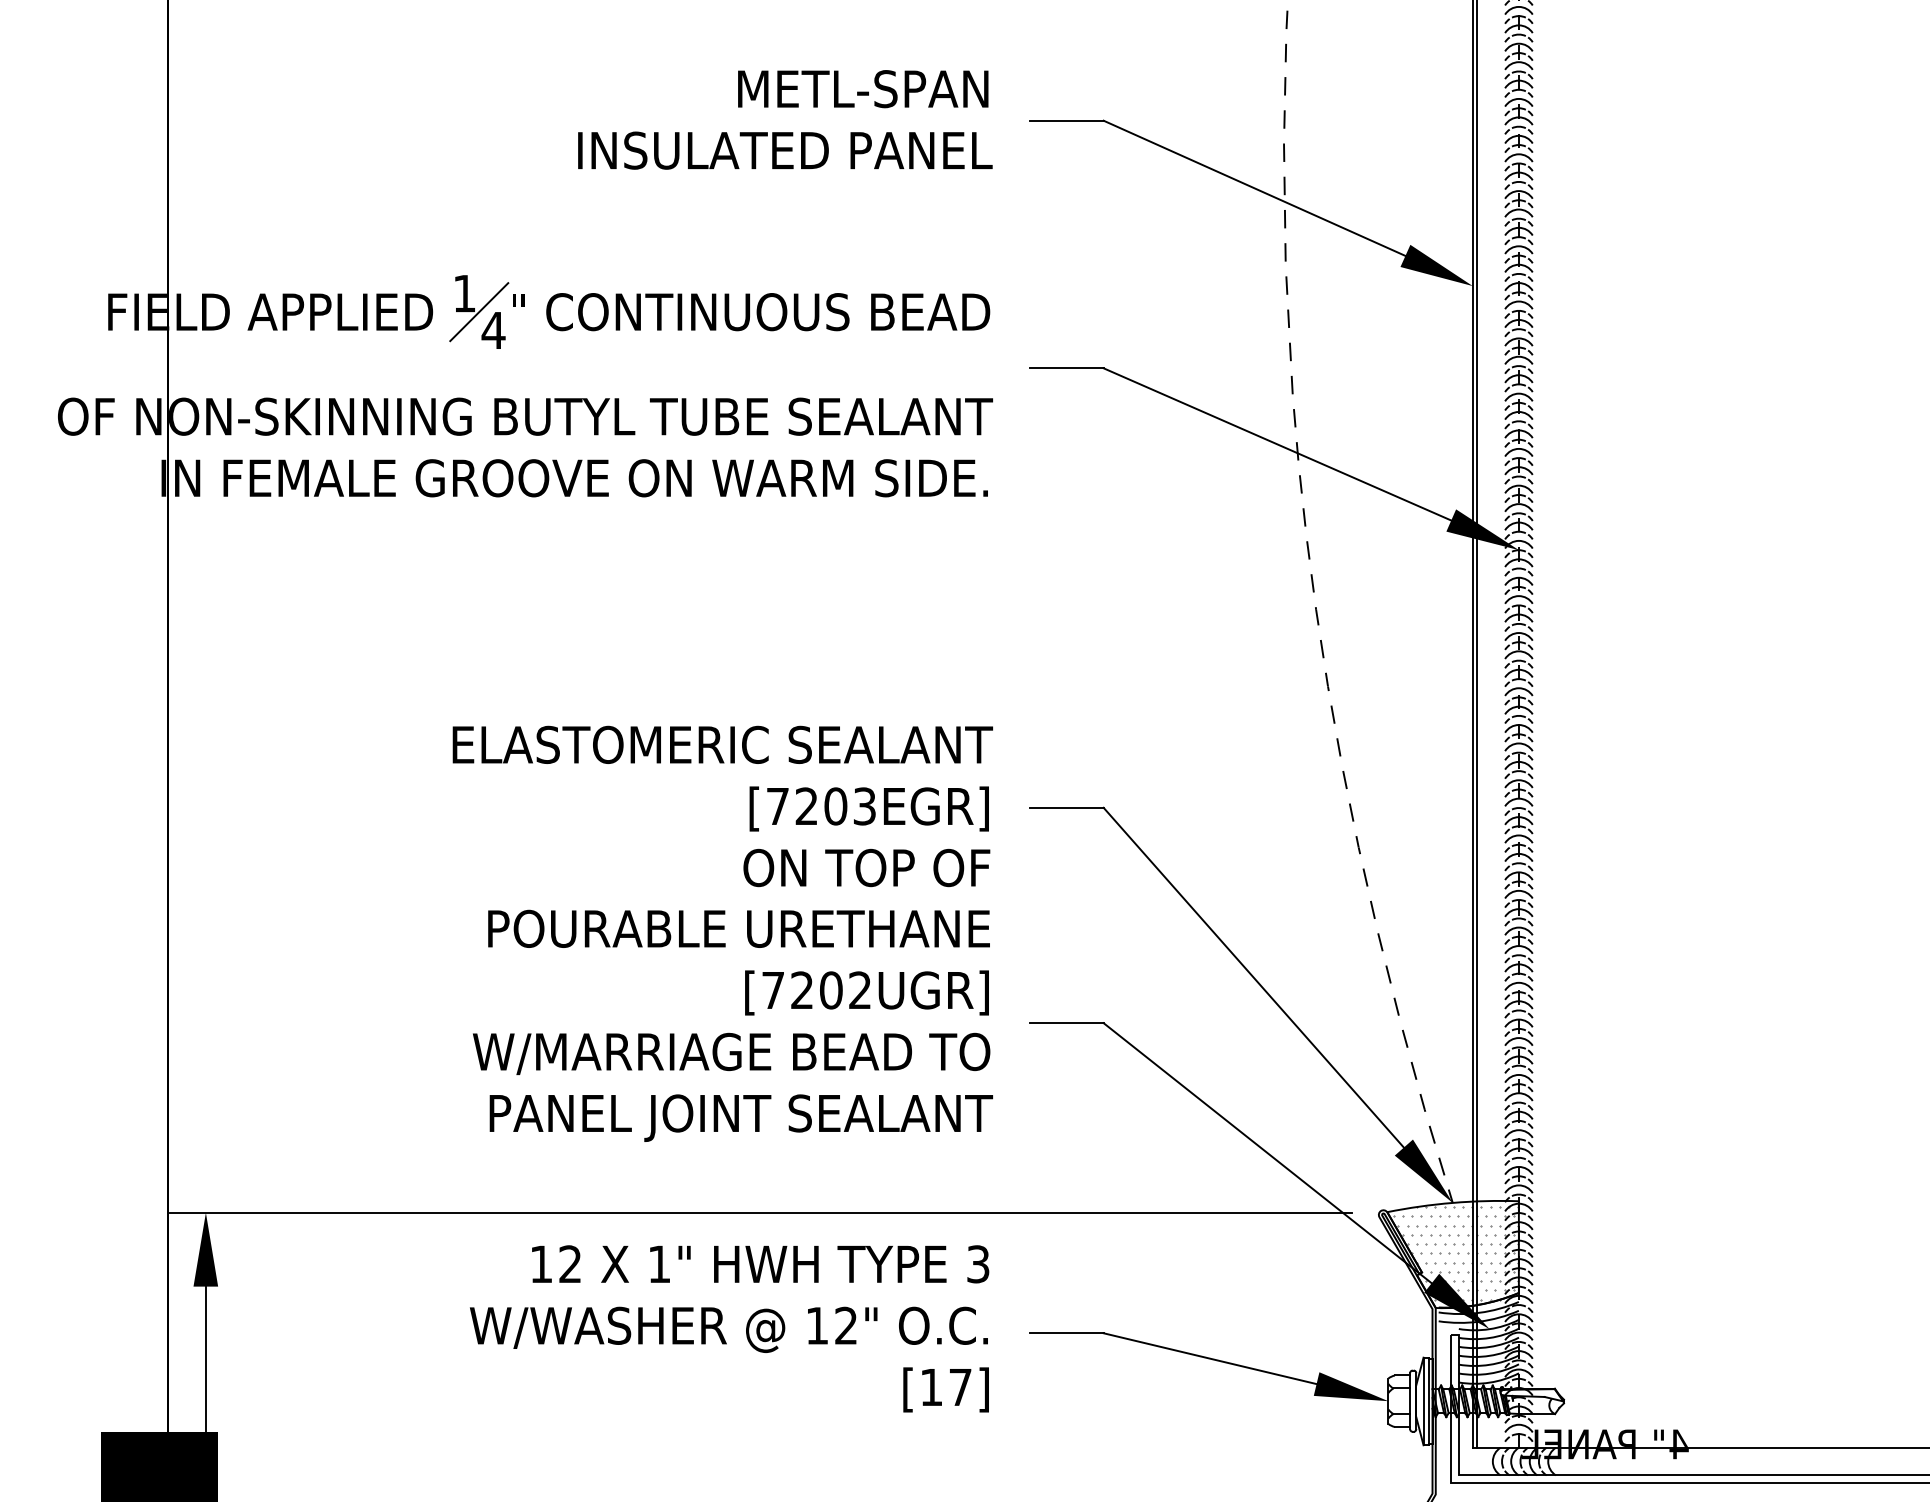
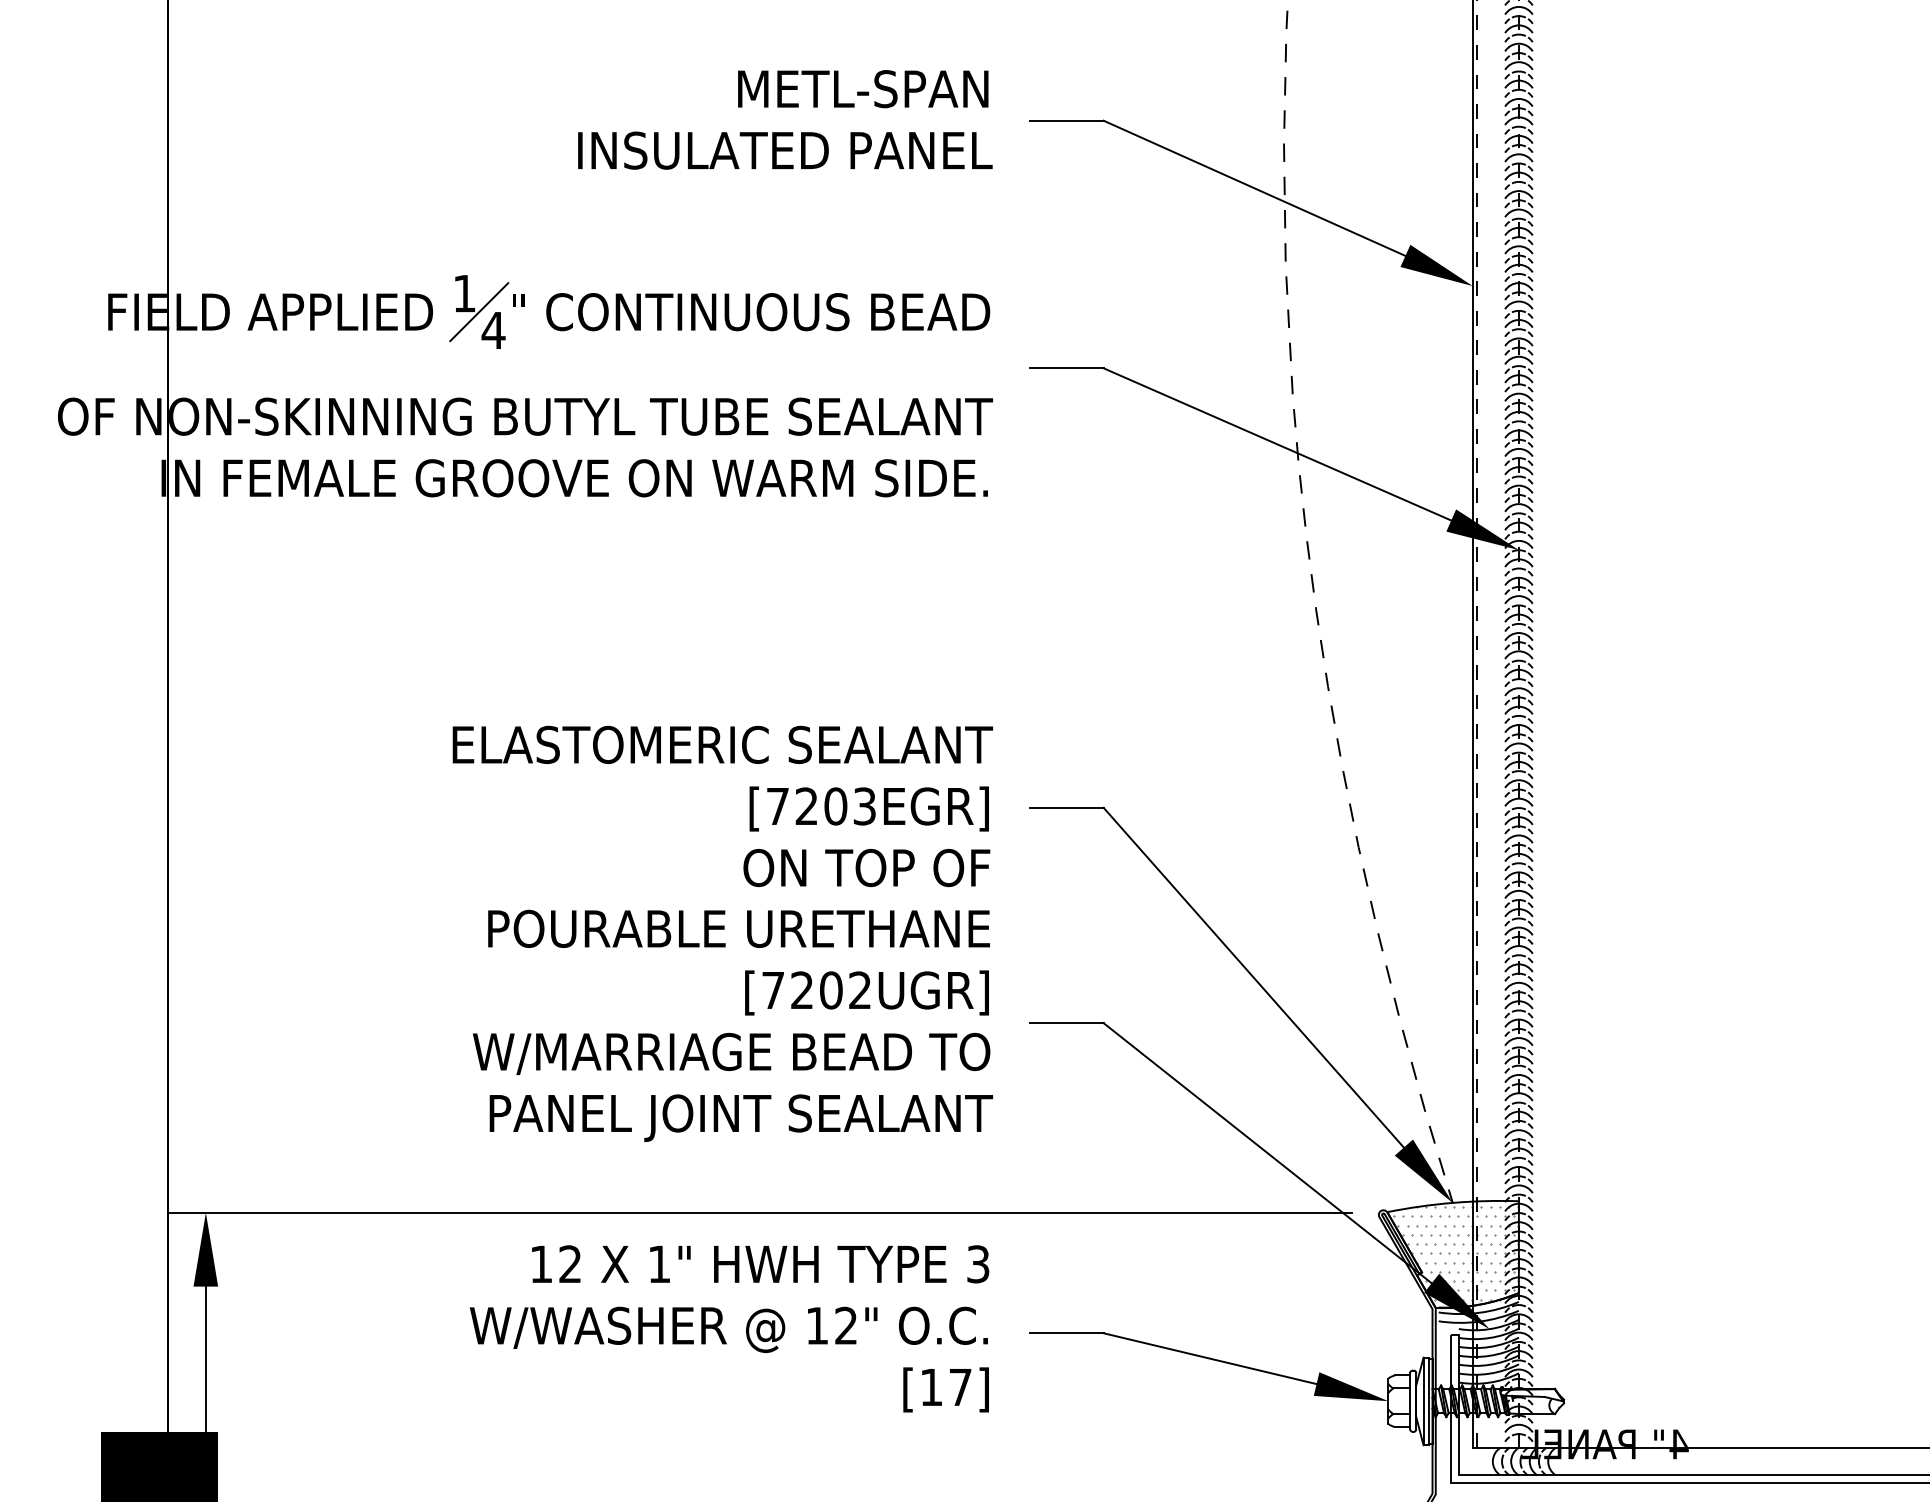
line at (1477, 723): solid -> dashed
